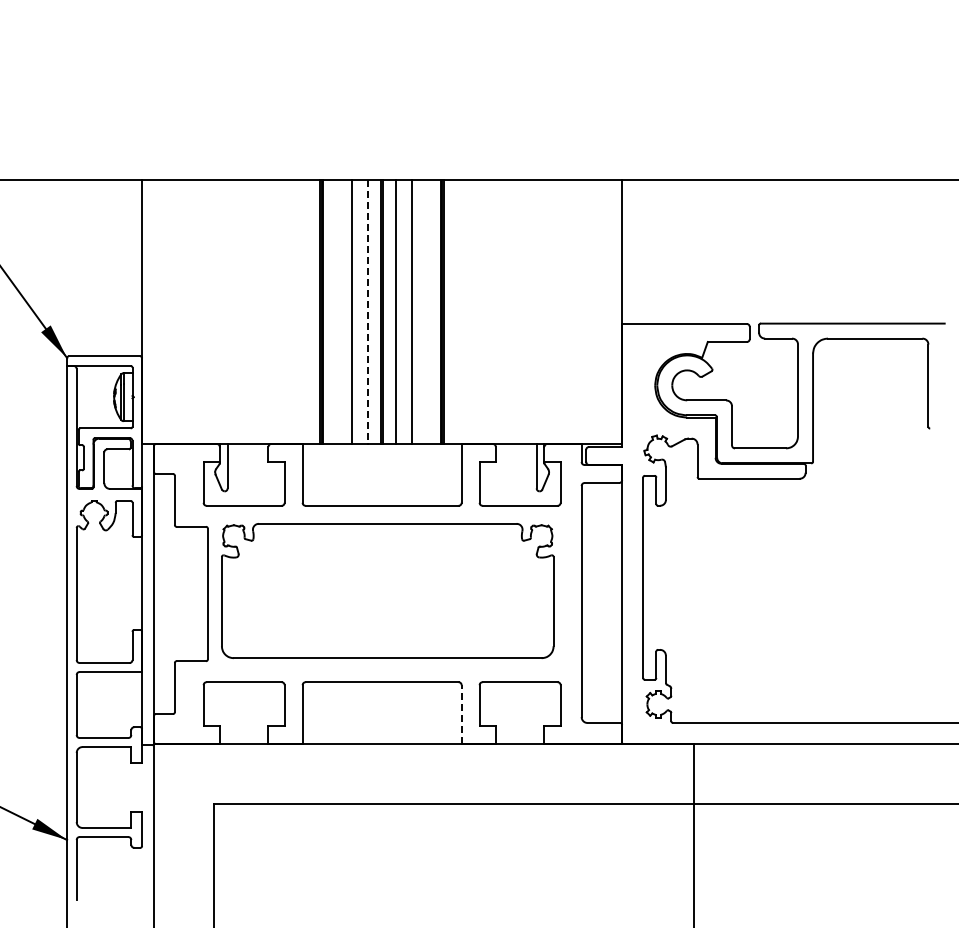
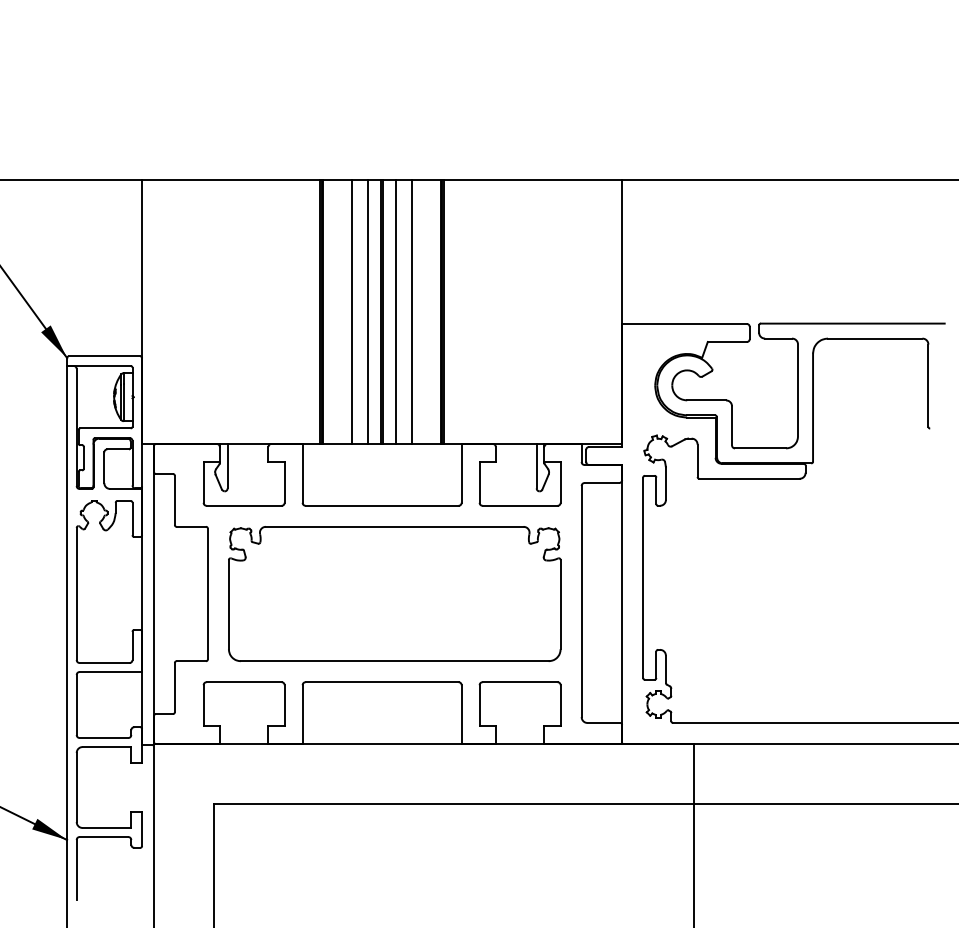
line at (368, 312): dashed -> solid
part at (387, 590) position: (387, 590) -> (394, 593)
line at (461, 714): dashed -> solid
